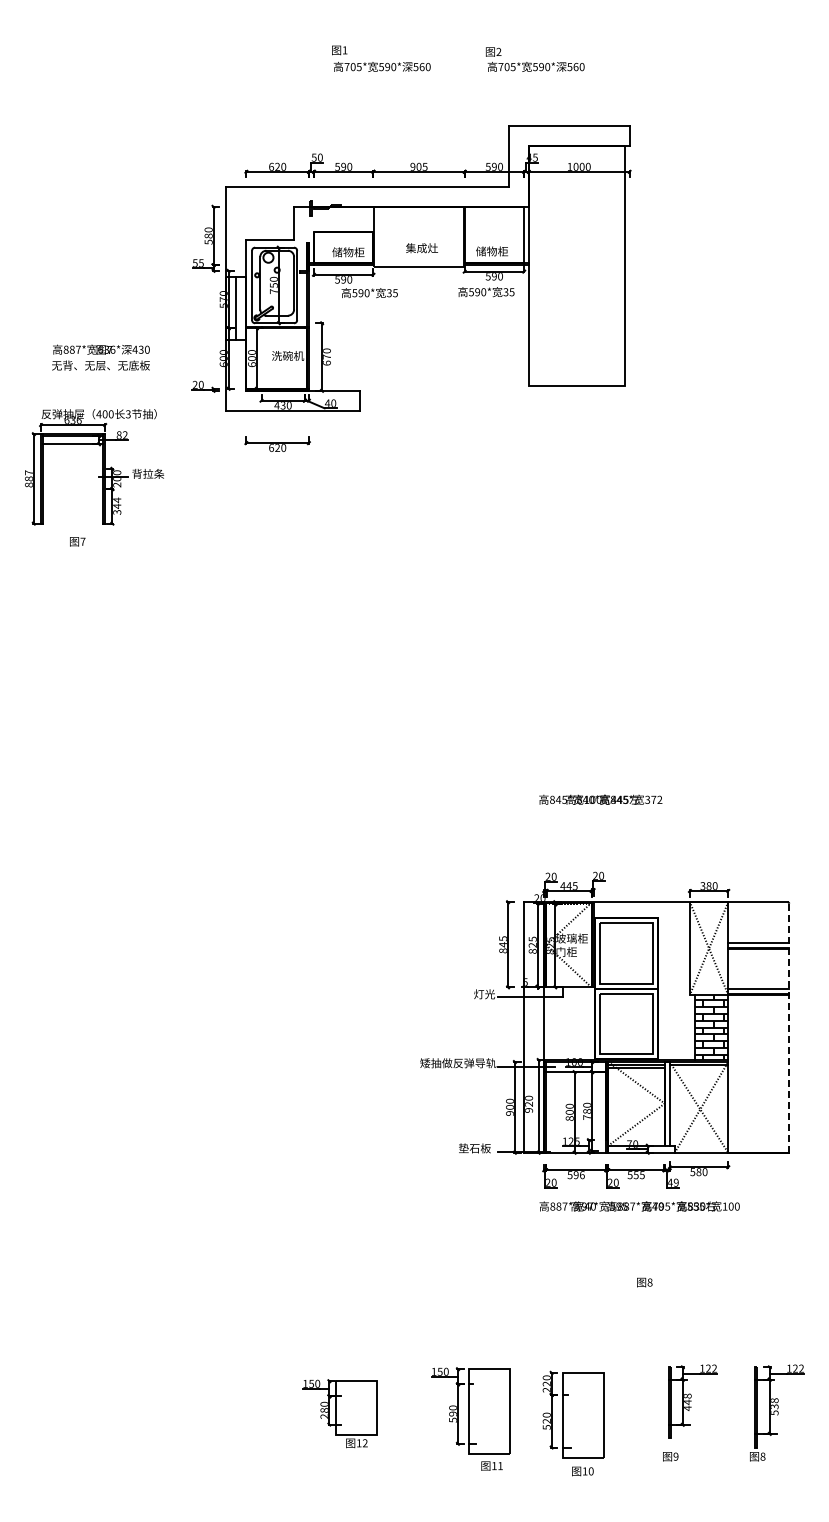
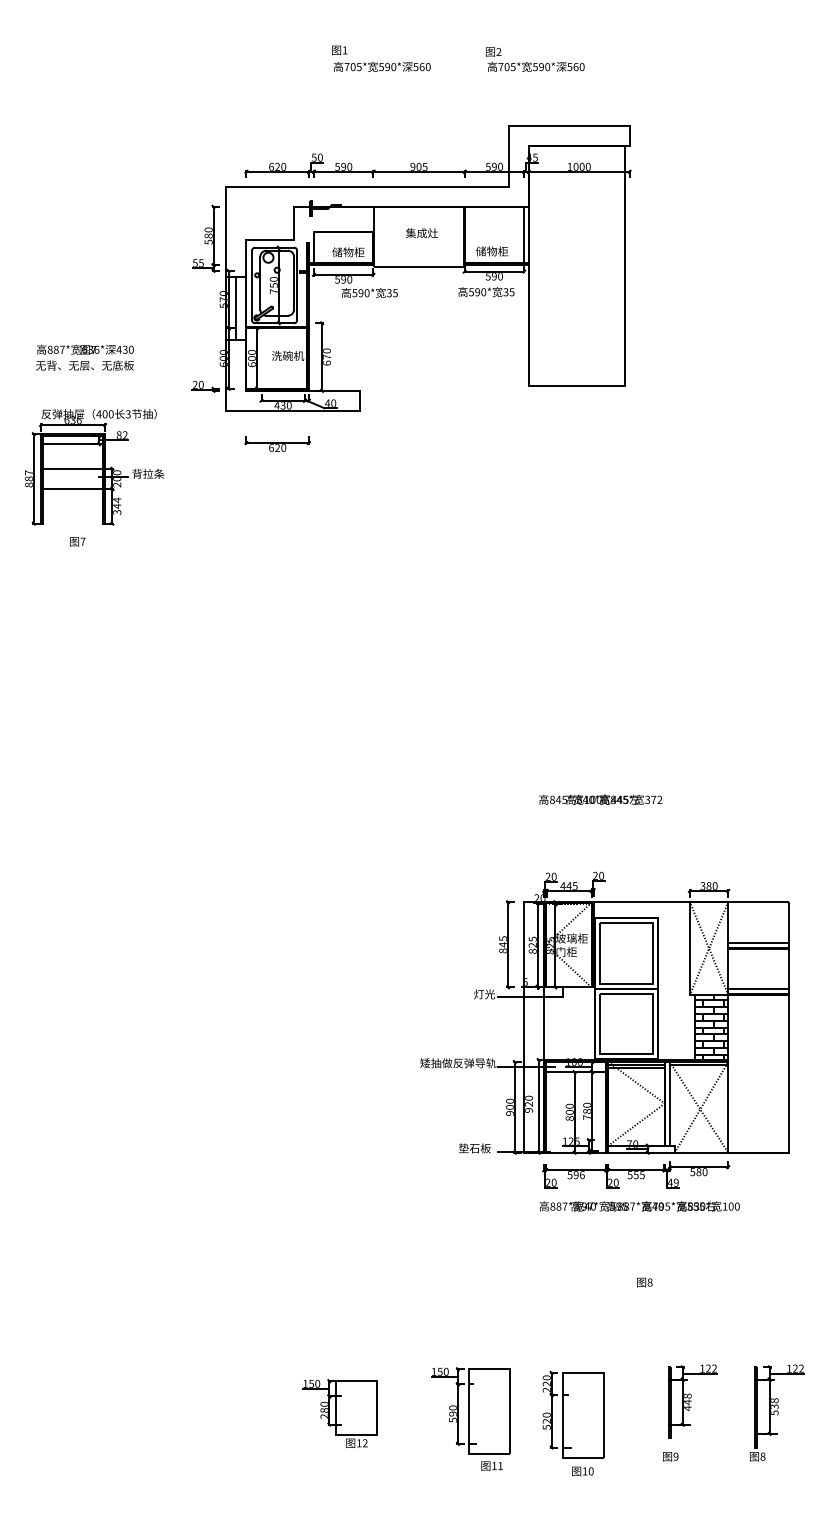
text at (421, 248) position: (421, 248) -> (421, 233)
text at (100, 357) position: (100, 357) -> (84, 357)
line at (72, 468): none -> present
line at (72, 489): none -> present
line at (789, 1028): dashed -> solid
